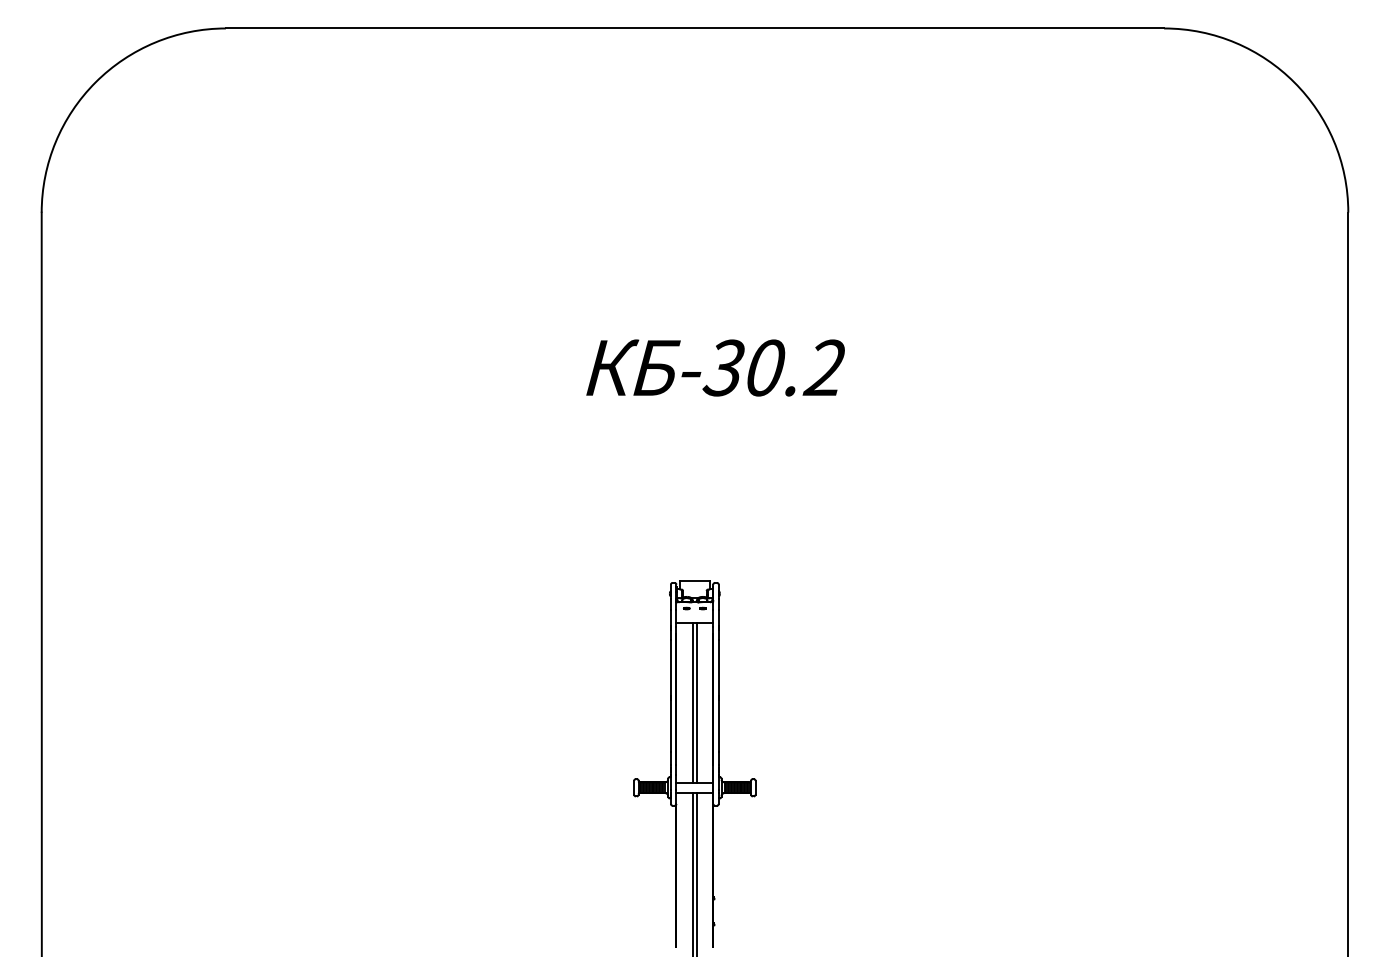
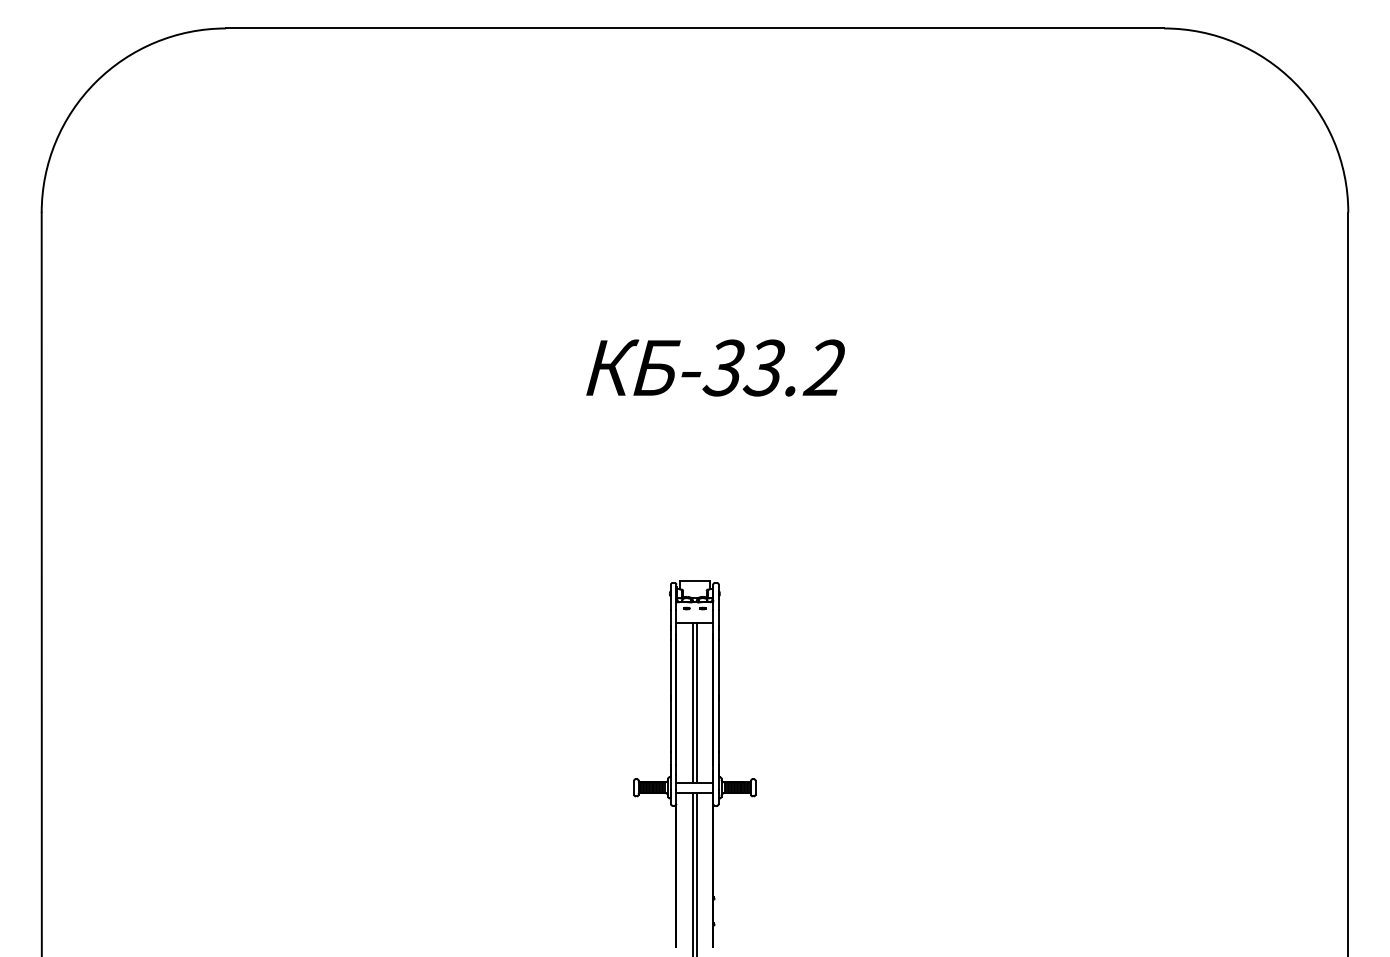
text at (763, 367): -30.2 -> -33.2
